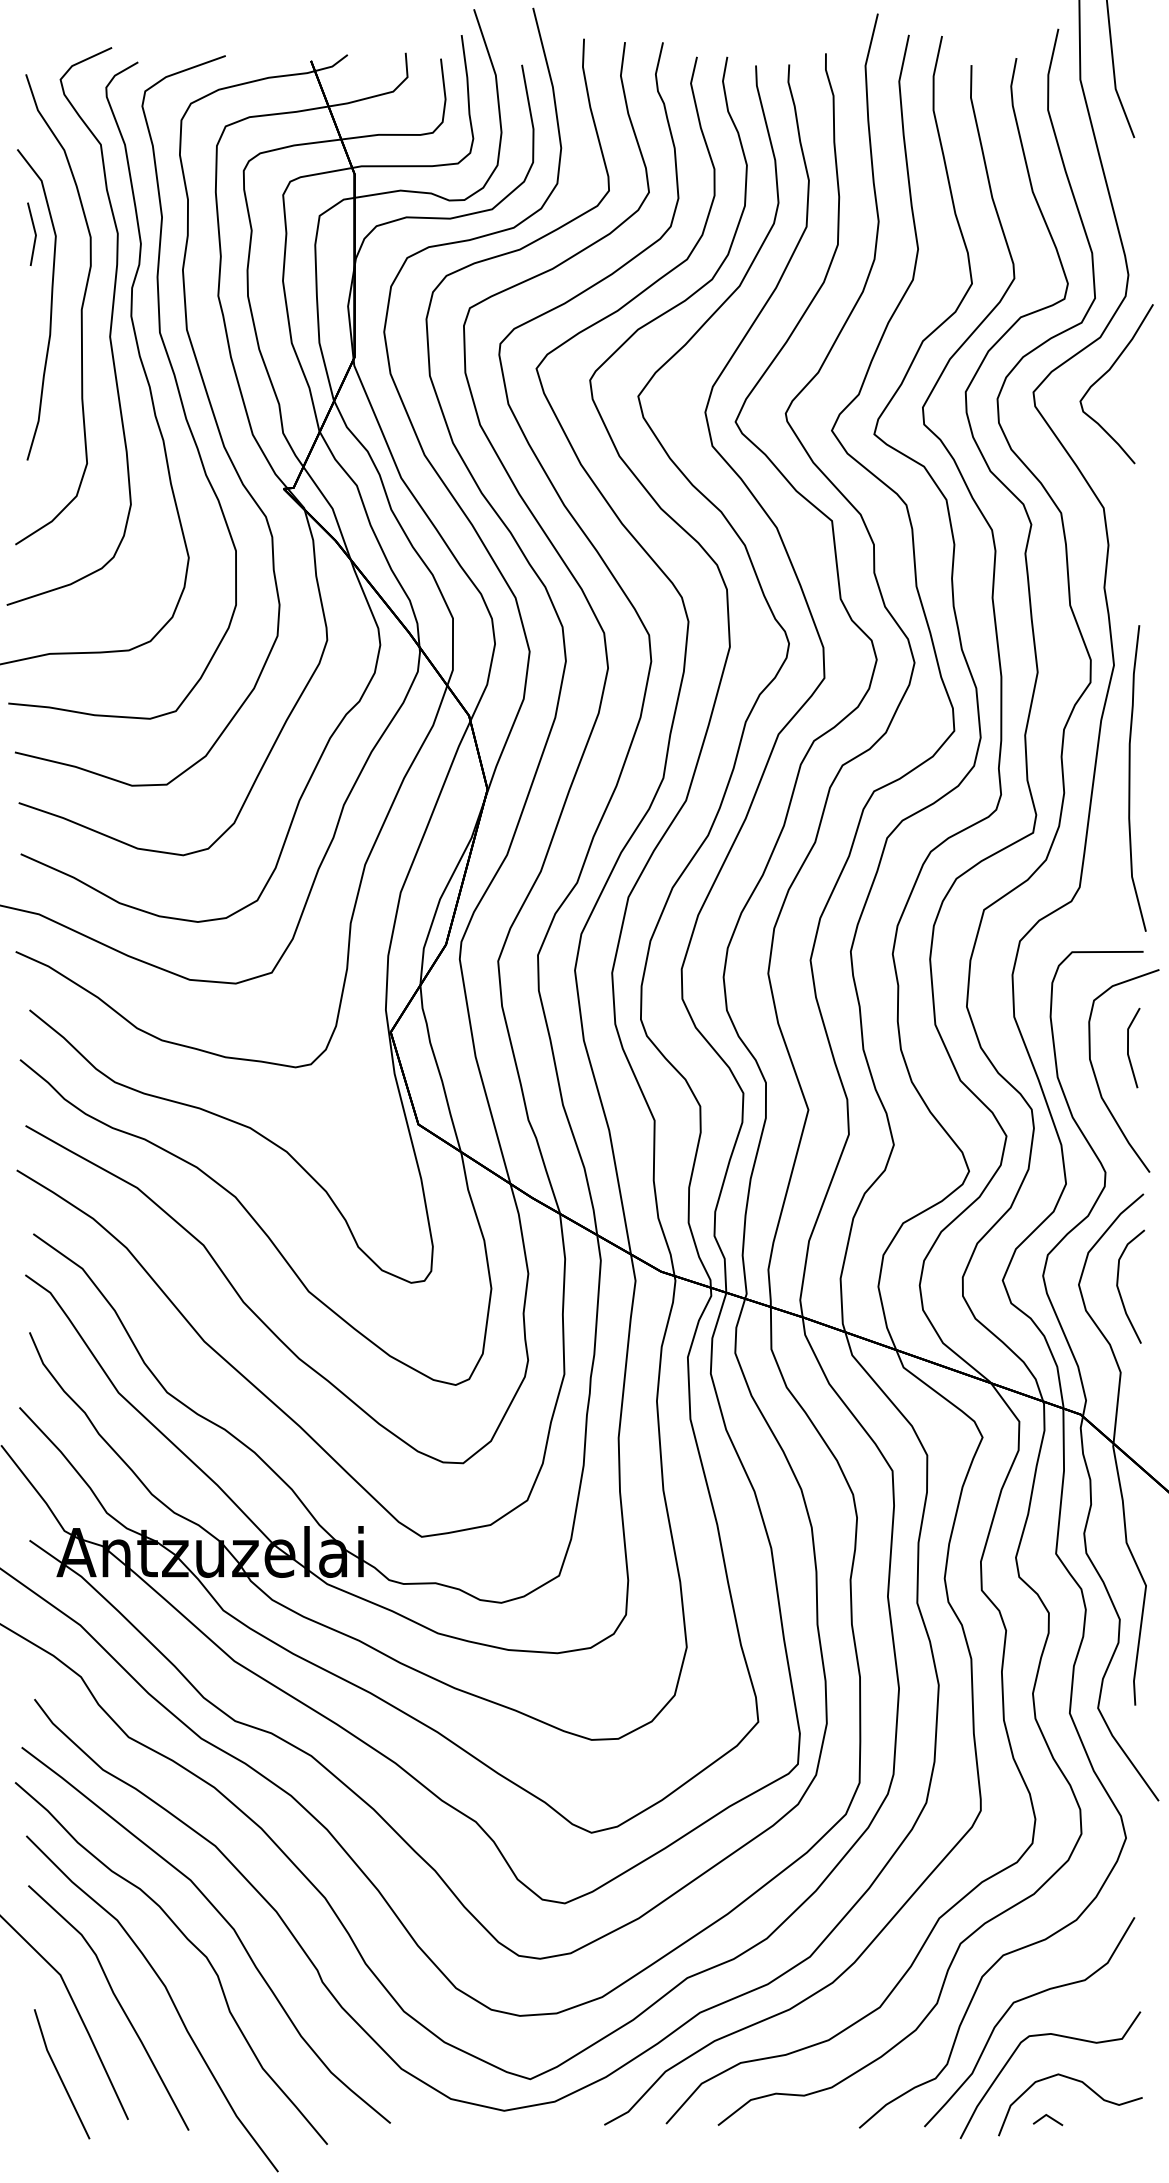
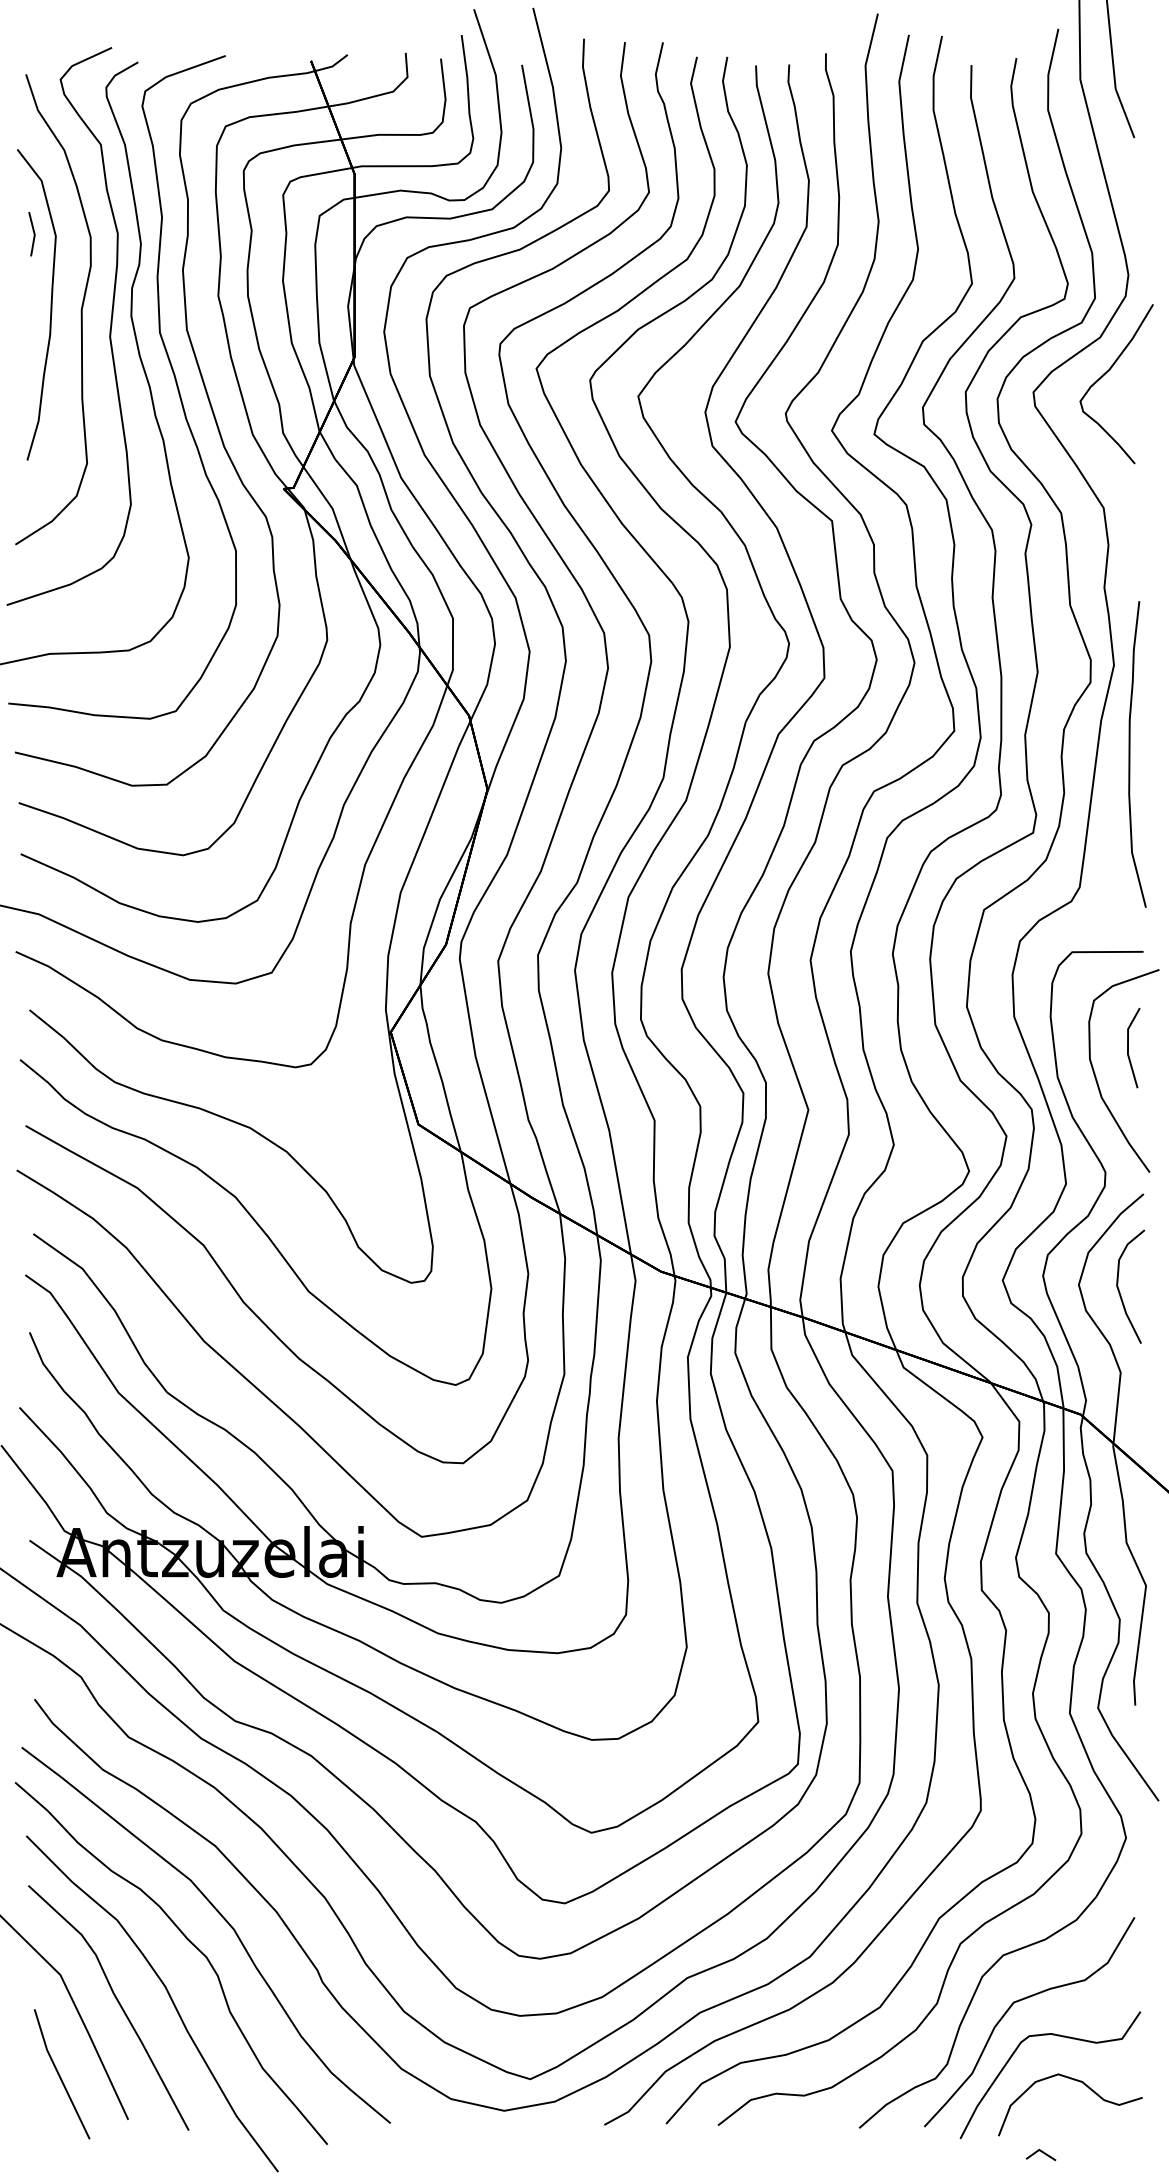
part at (31, 233) size: 10x64 px -> 8x45 px
curve at (1130, 778) position: (1130, 778) -> (1130, 754)
part at (1047, 2120) position: (1047, 2120) -> (1040, 2155)
